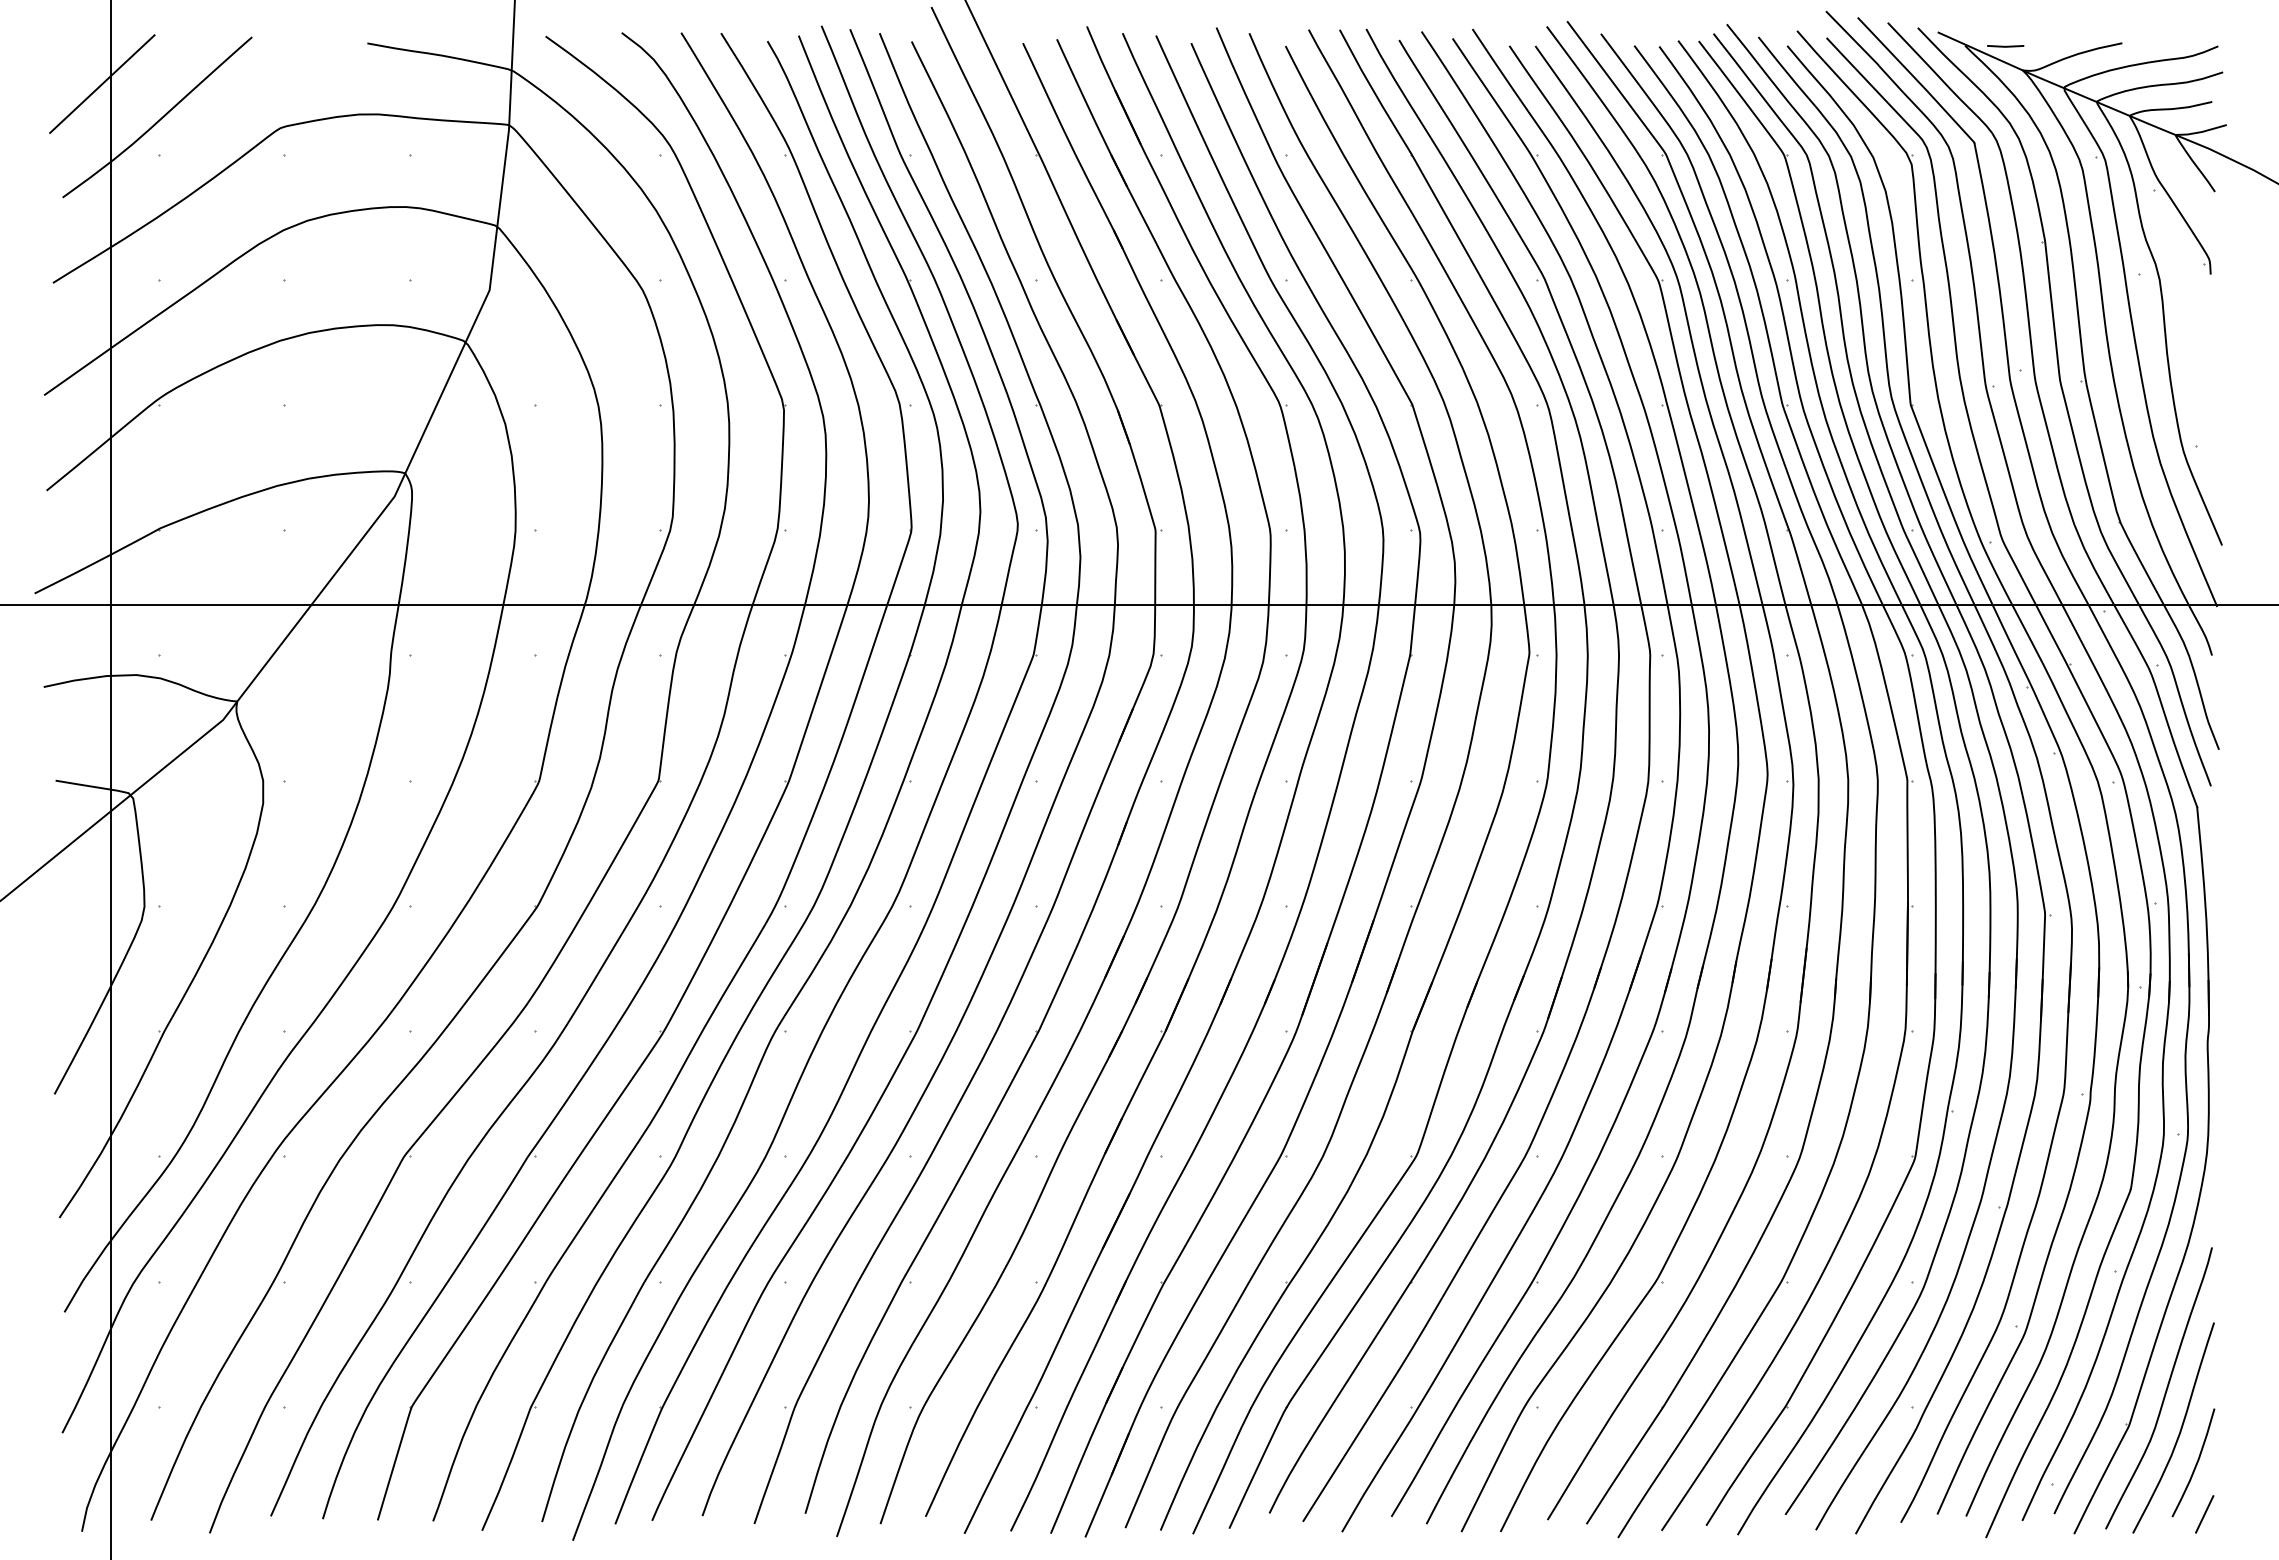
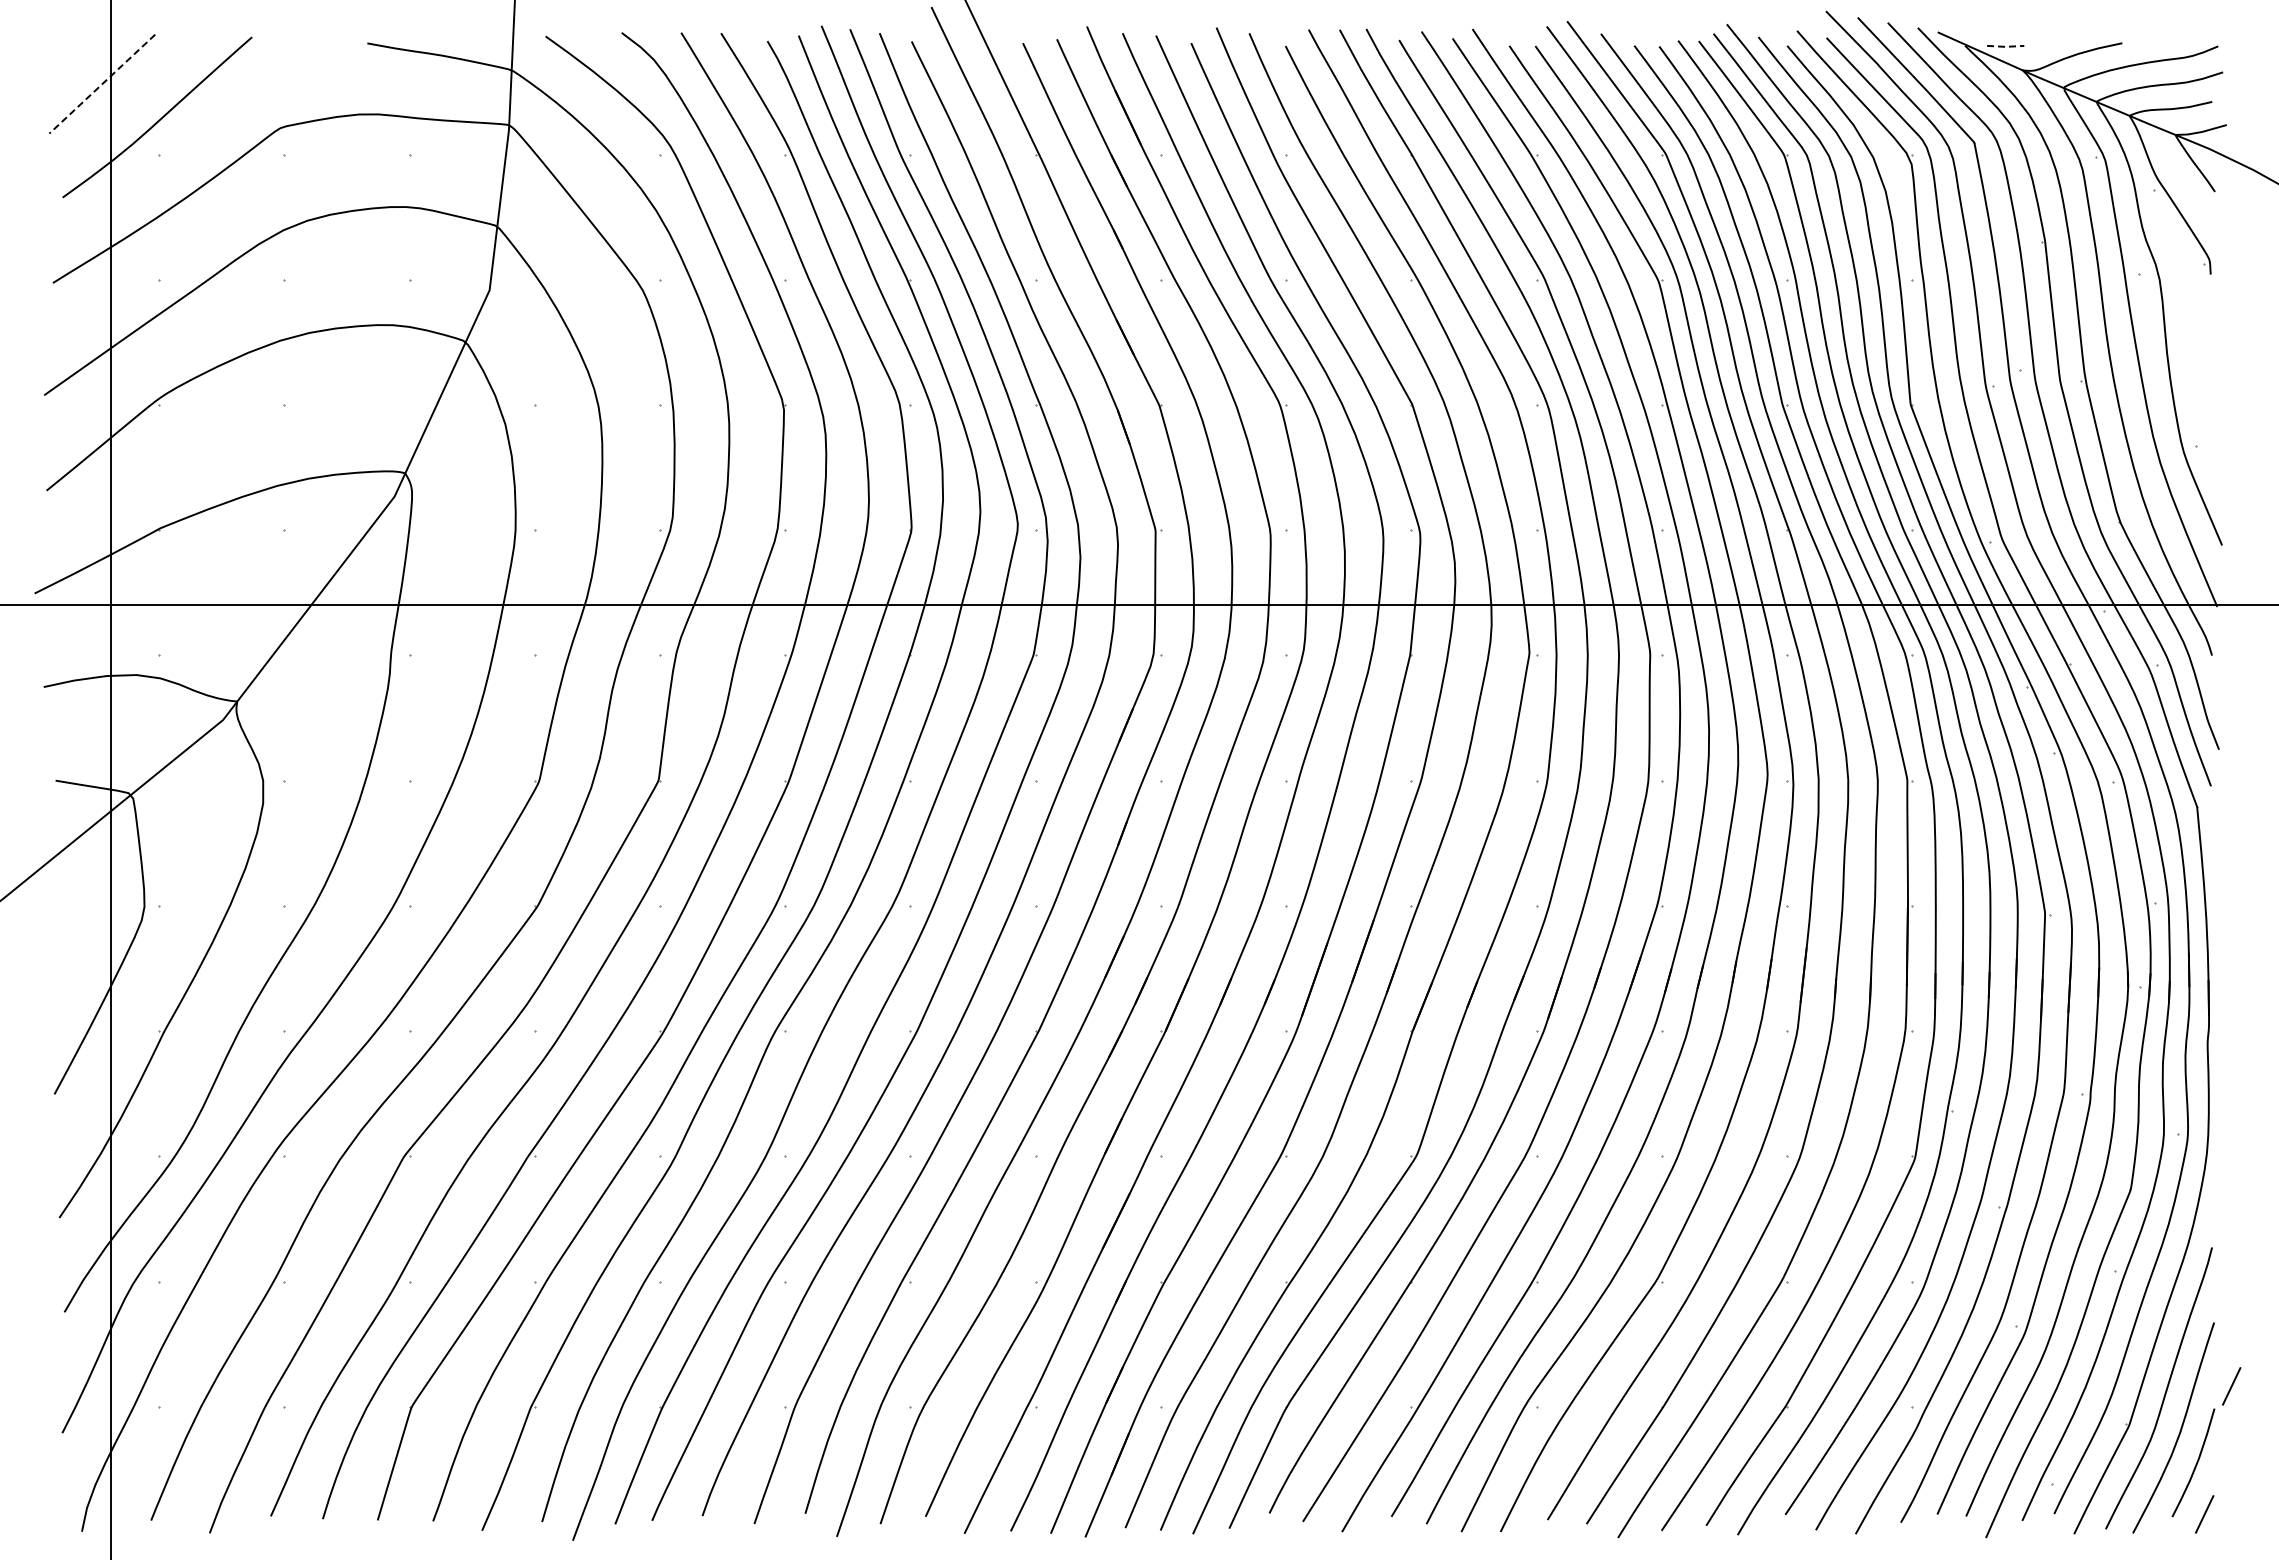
line at (2005, 46): solid -> dashed
line at (101, 84): solid -> dashed
line at (2231, 1386): none -> present
